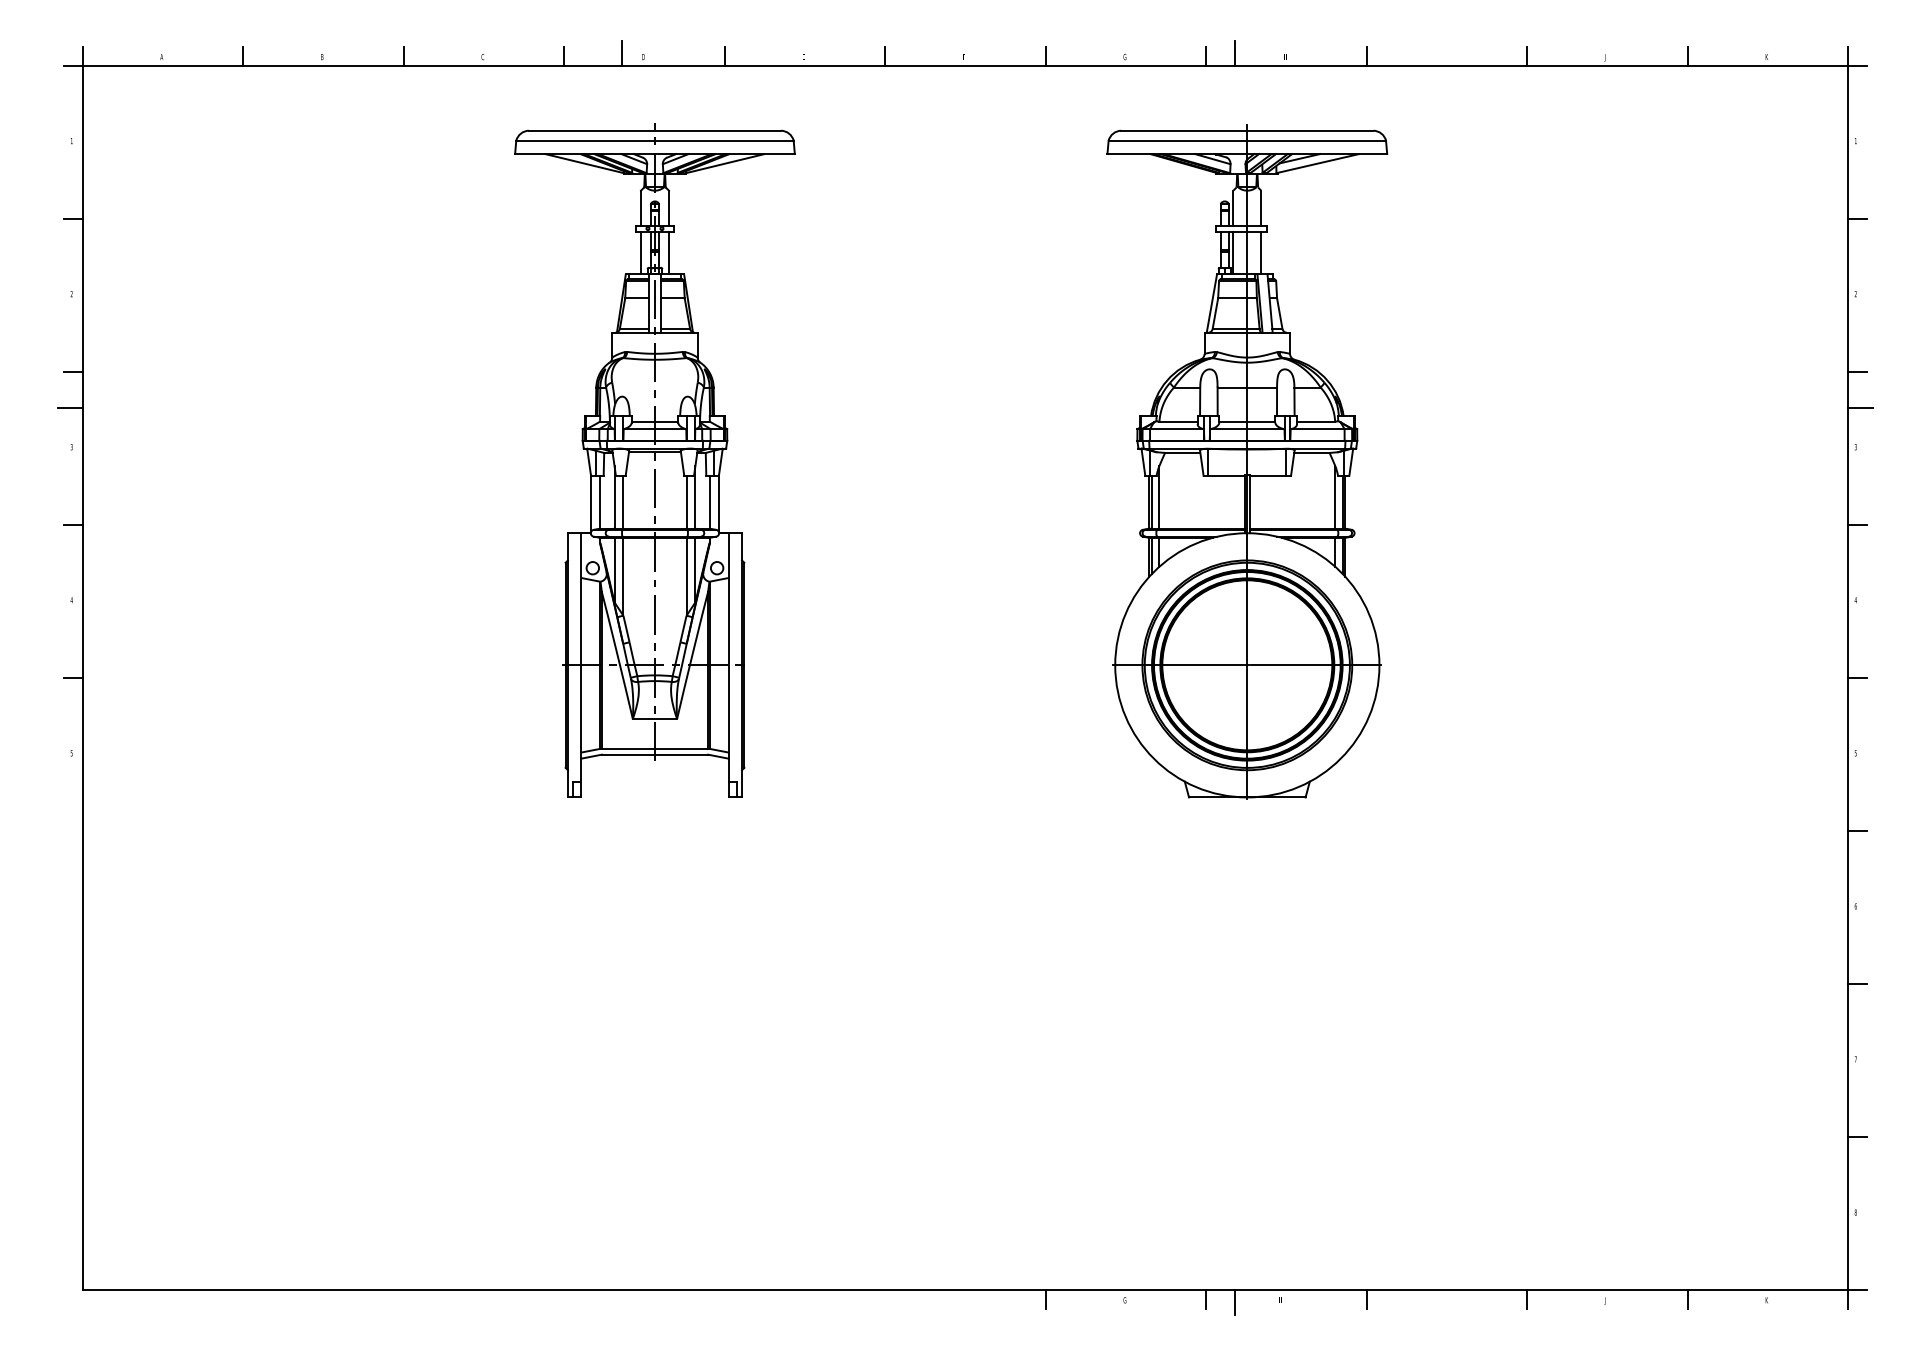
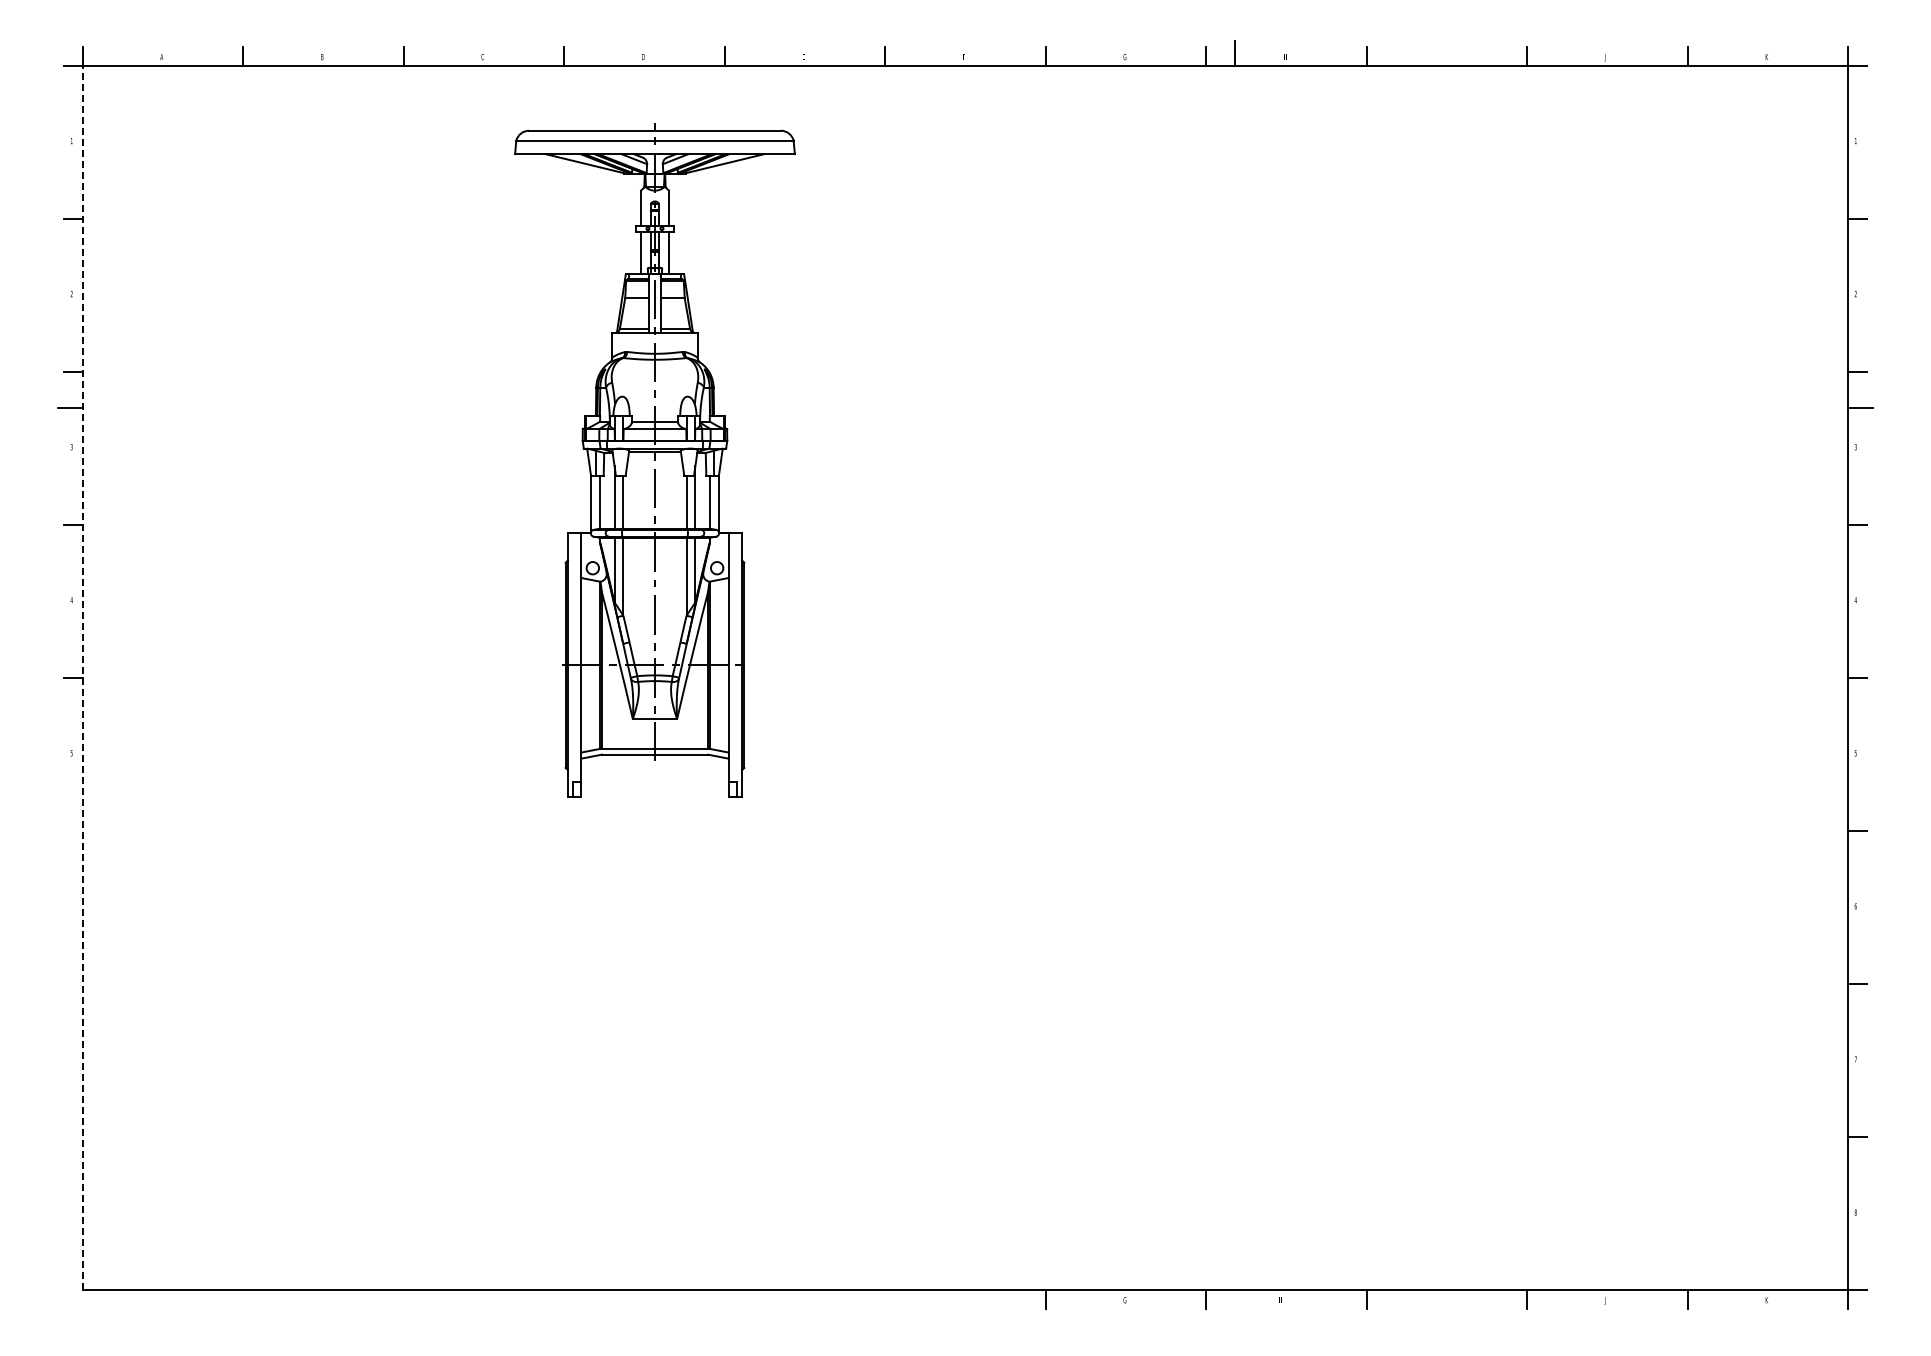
line at (622, 52): present -> none
part at (1247, 461): present -> none
line at (82, 677): solid -> dashed
line at (1235, 1302): present -> none
